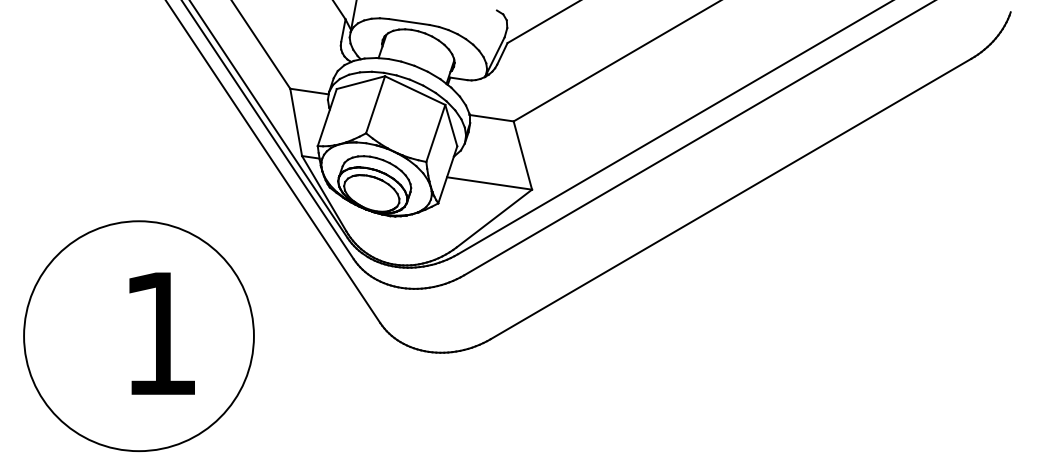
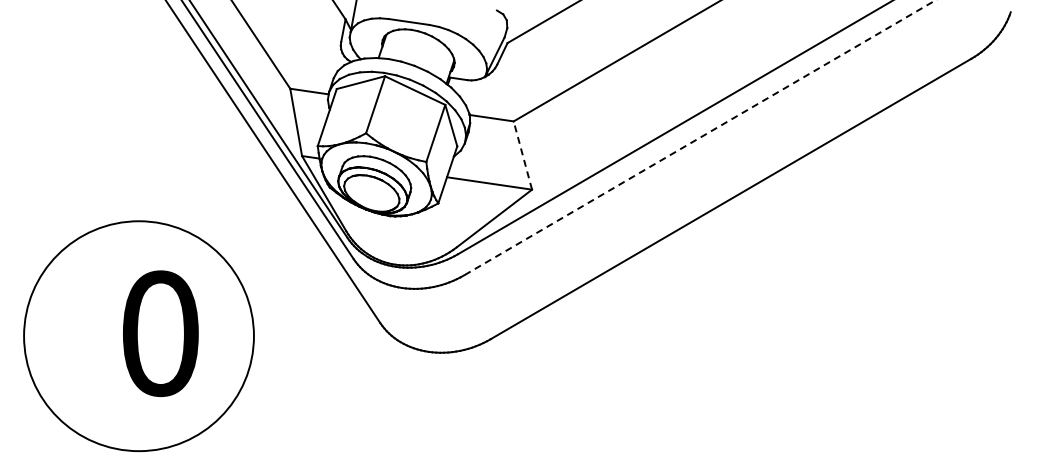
line at (699, 138): solid -> dashed
line at (522, 155): solid -> dashed
text at (160, 333): 1 -> 0
